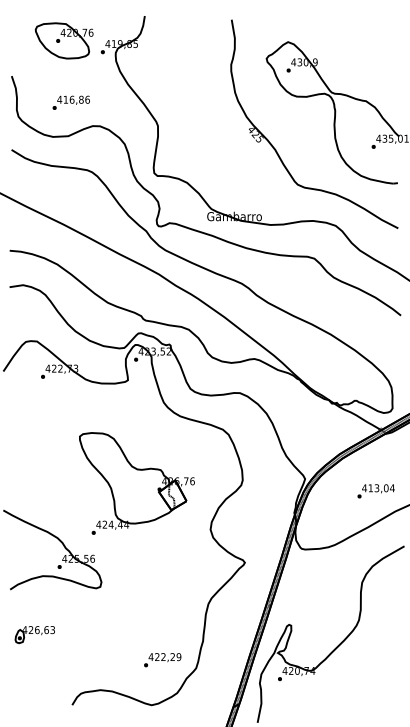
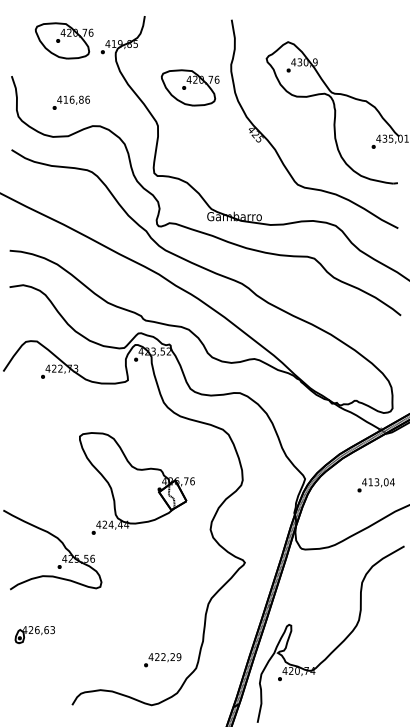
part at (189, 87): none -> present
text at (375, 491) position: (375, 491) -> (375, 485)
